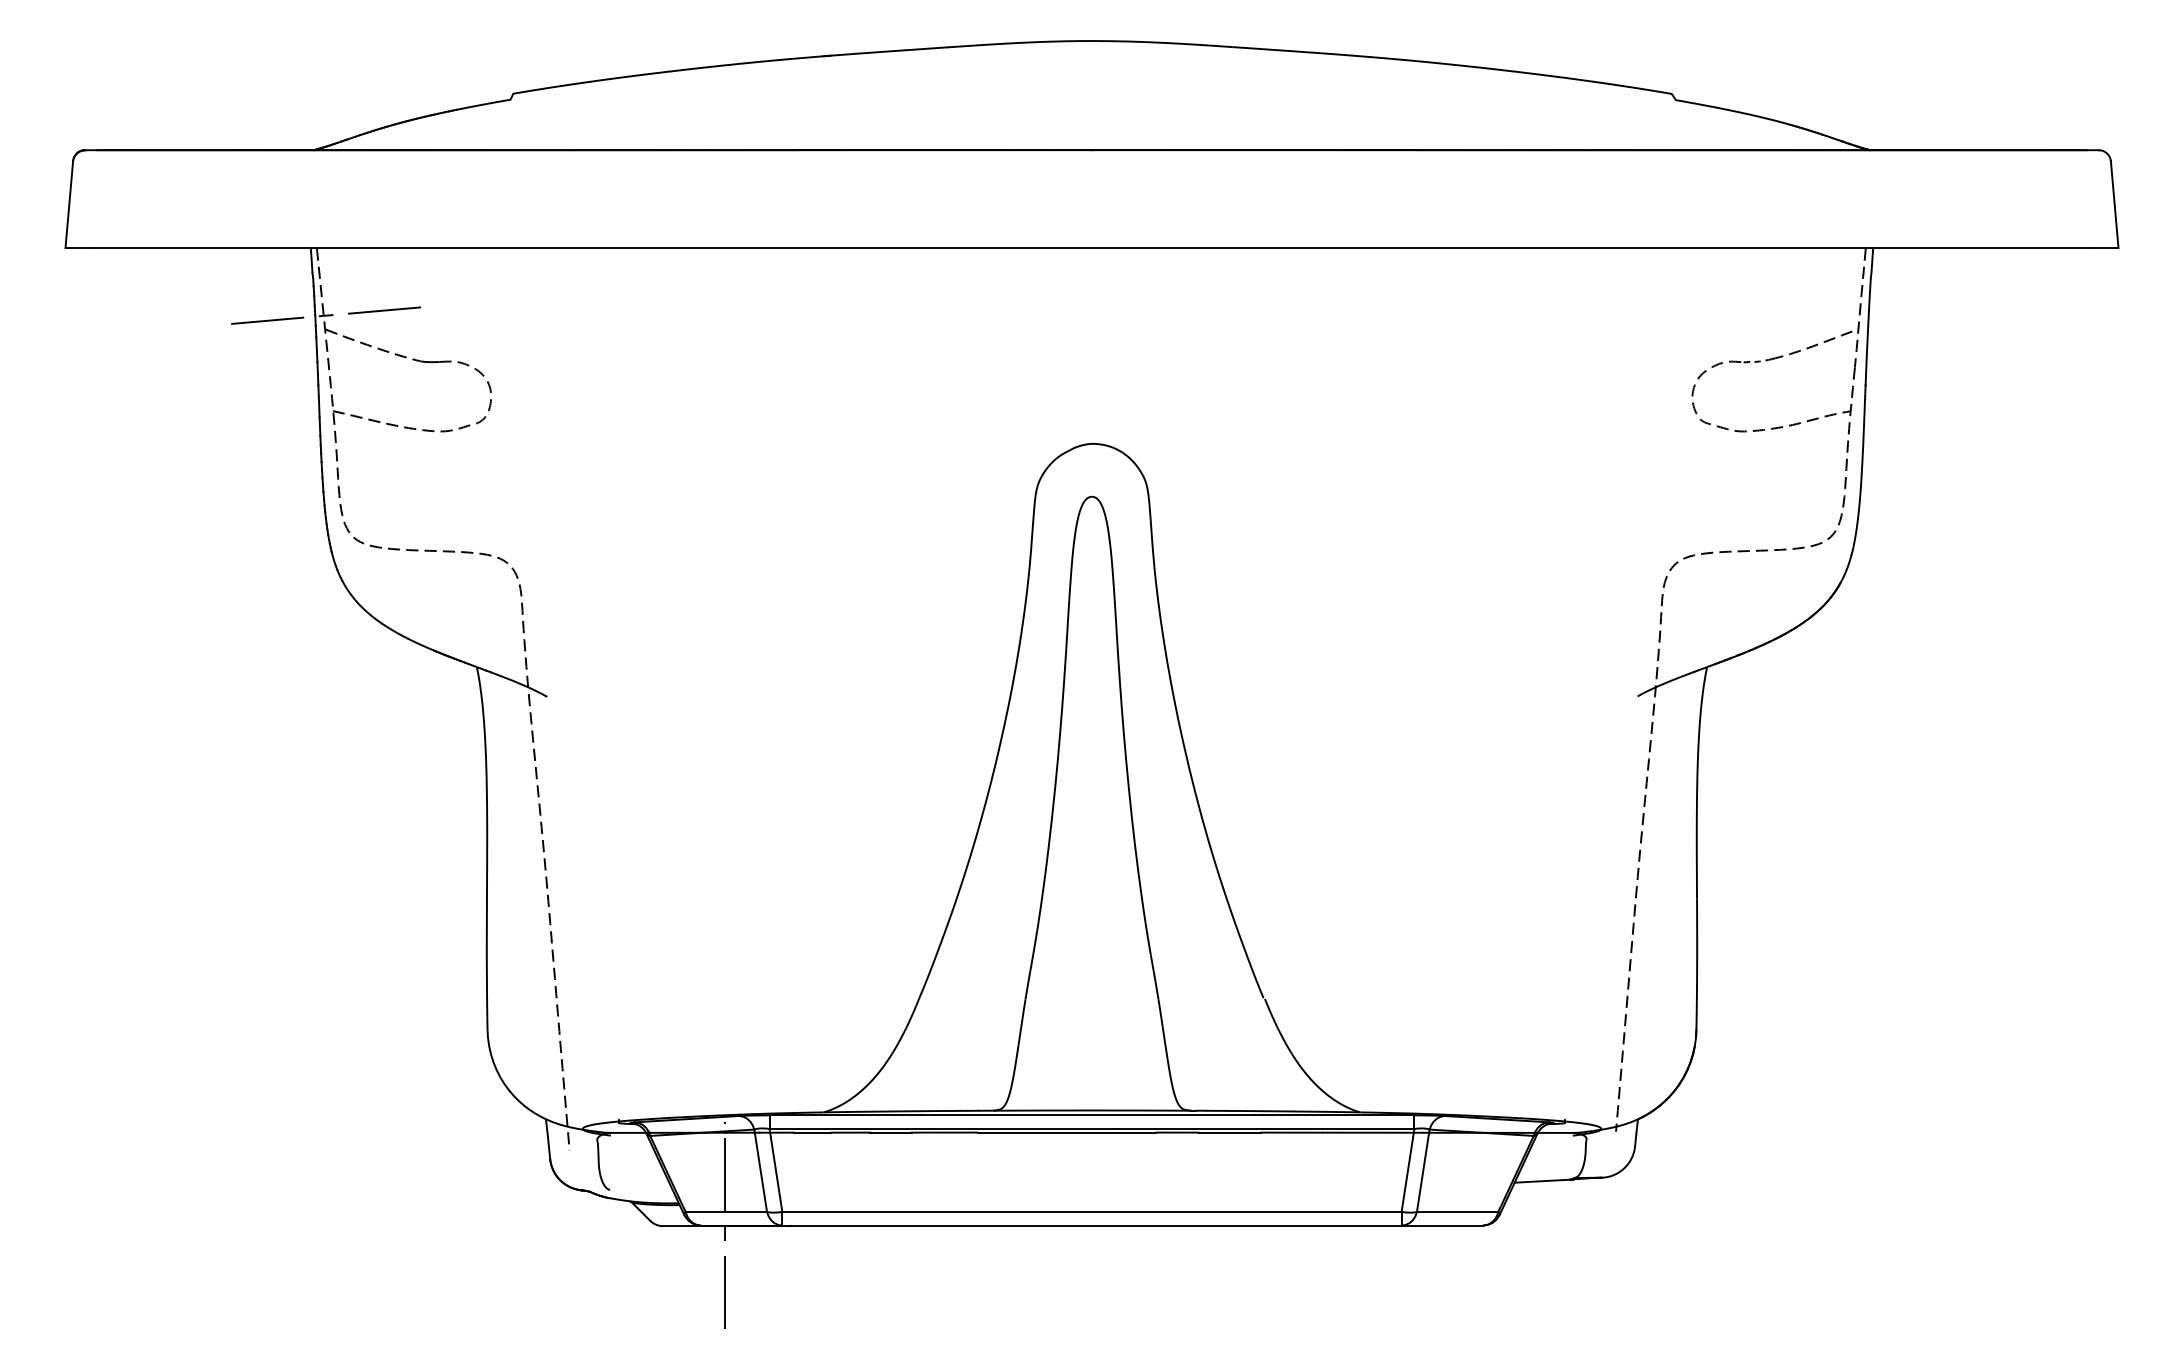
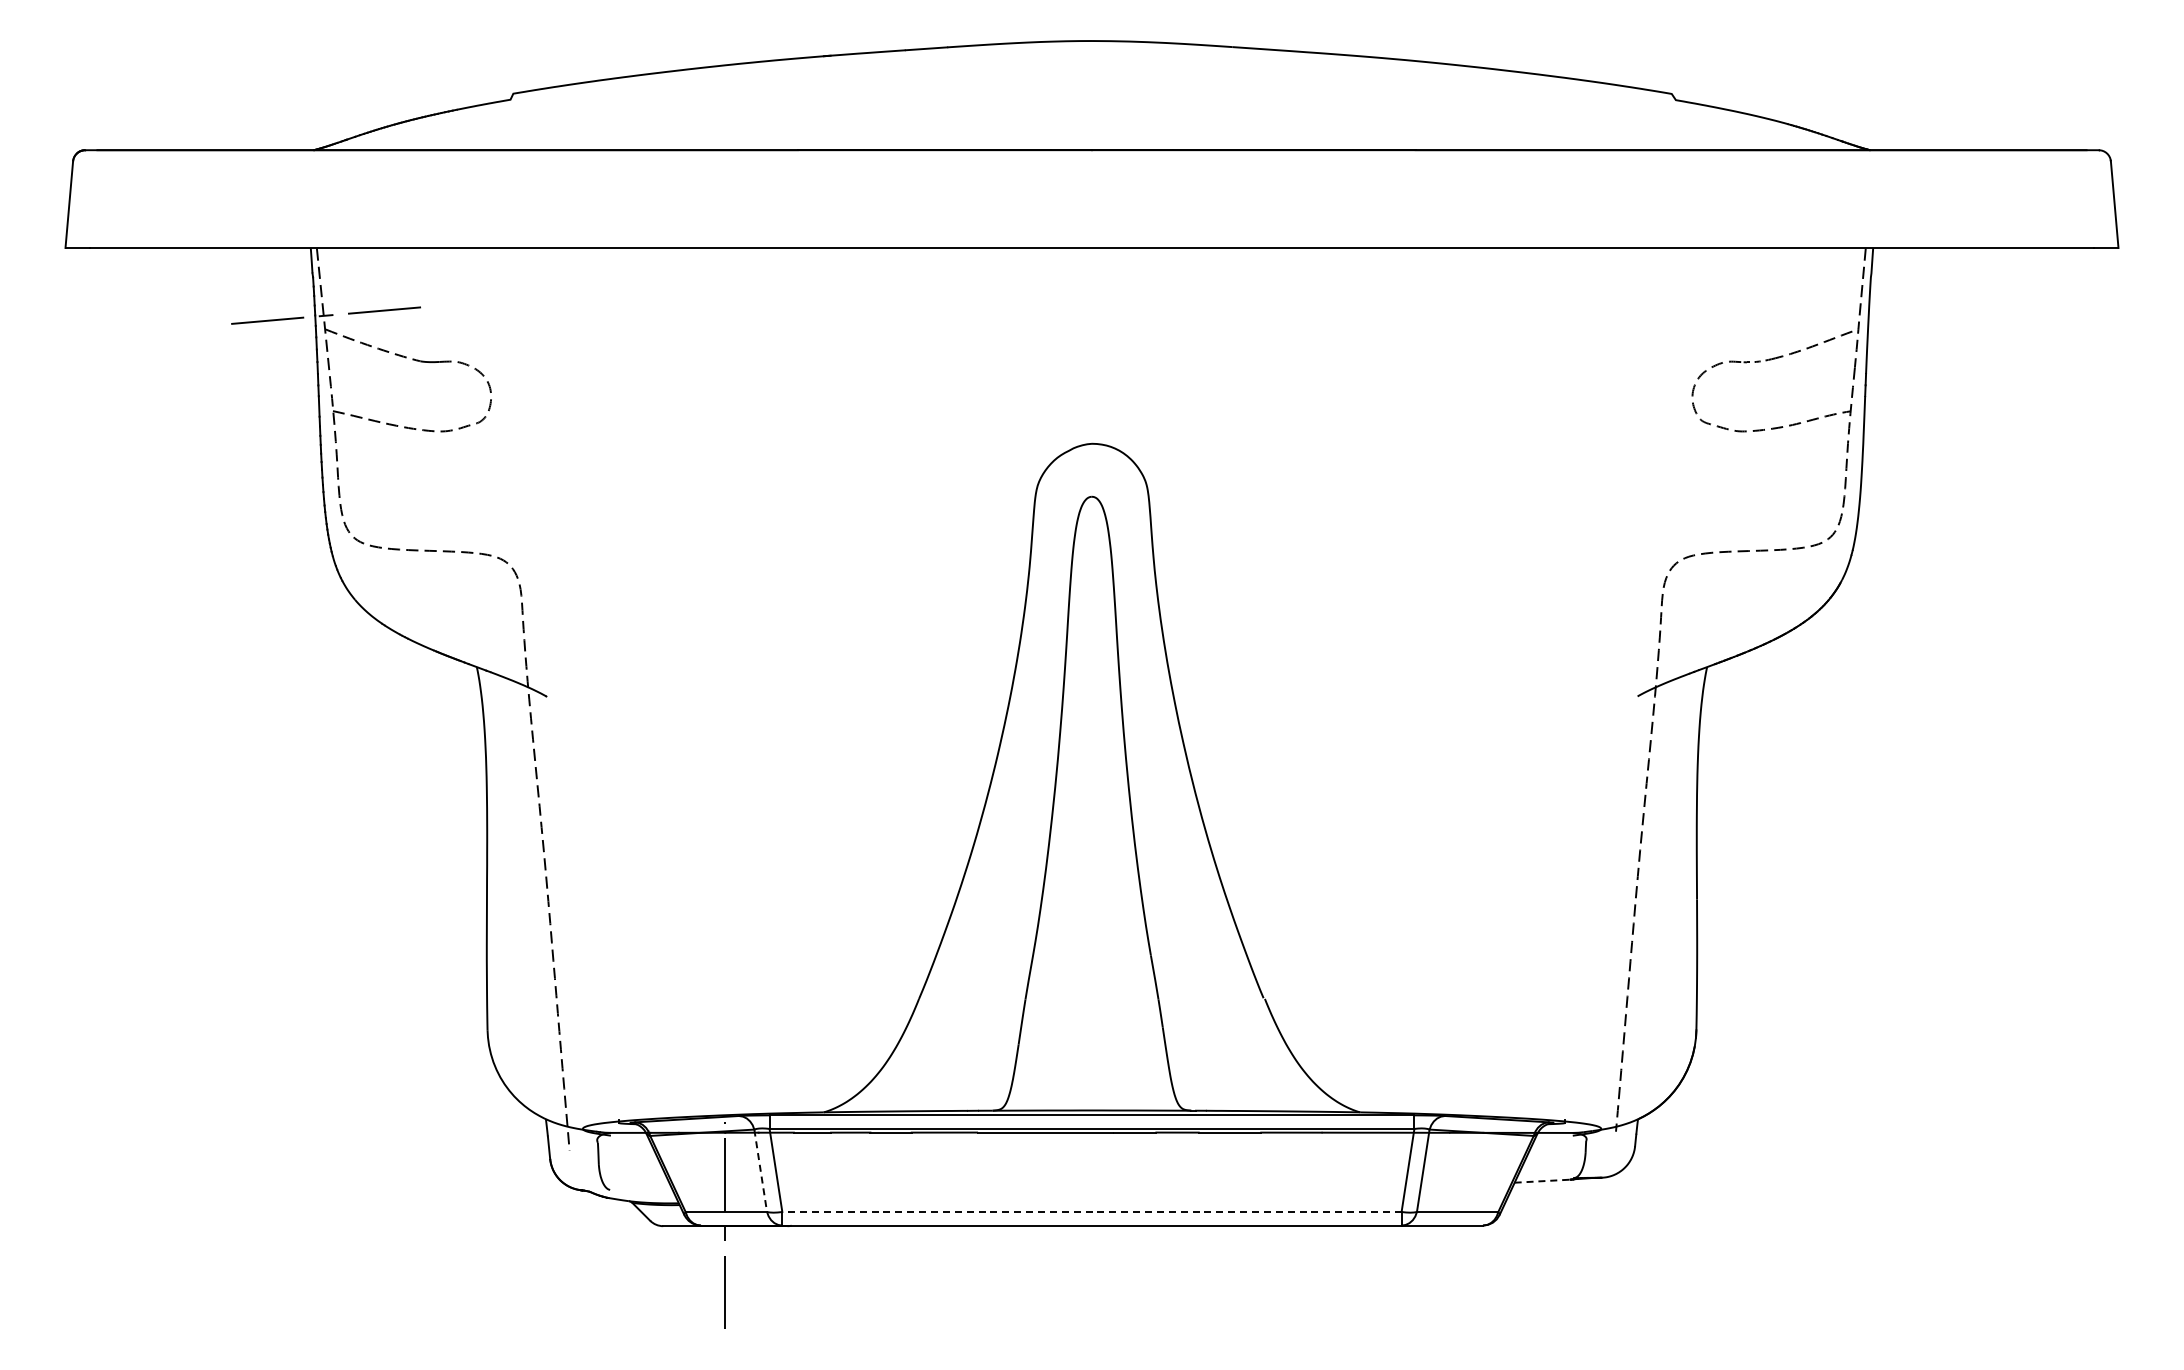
line at (760, 1170): solid -> dashed
line at (1542, 1181): solid -> dashed
line at (1091, 1212): solid -> dashed
